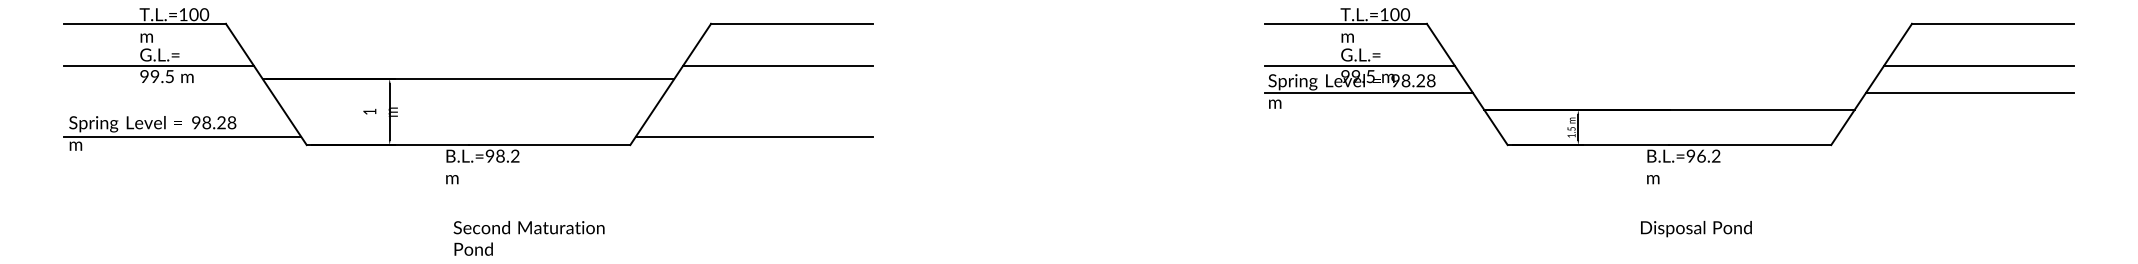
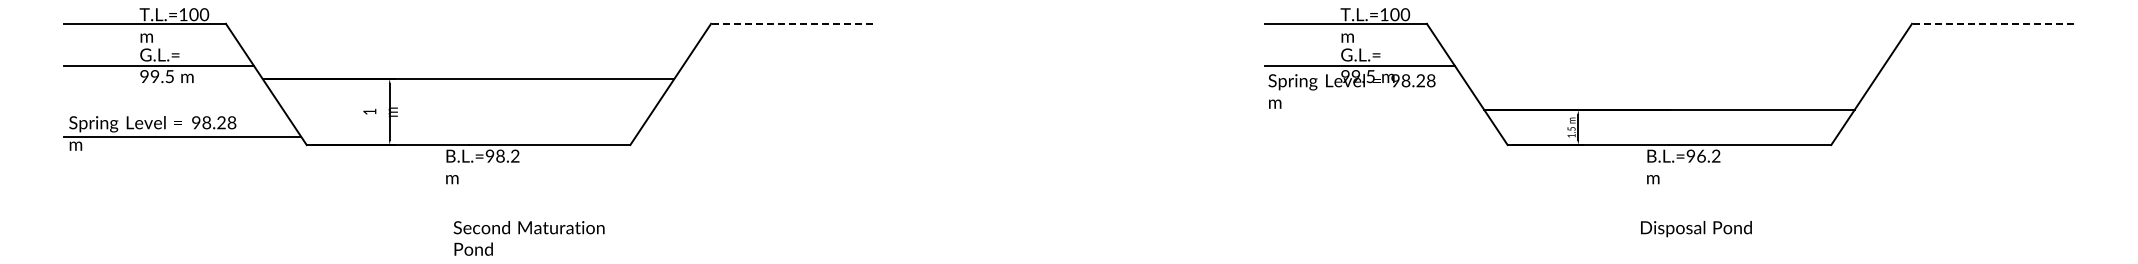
line at (792, 23): solid -> dashed
line at (1992, 23): solid -> dashed
line at (777, 66): present -> none
line at (1978, 66): present -> none
line at (1368, 93): present -> none
line at (1969, 93): present -> none
line at (753, 137): present -> none
